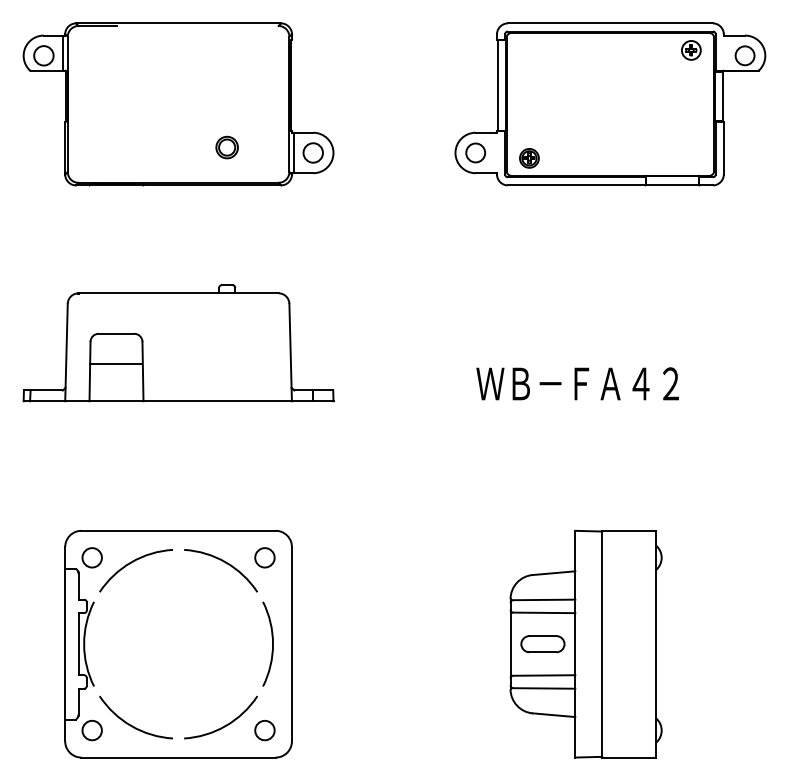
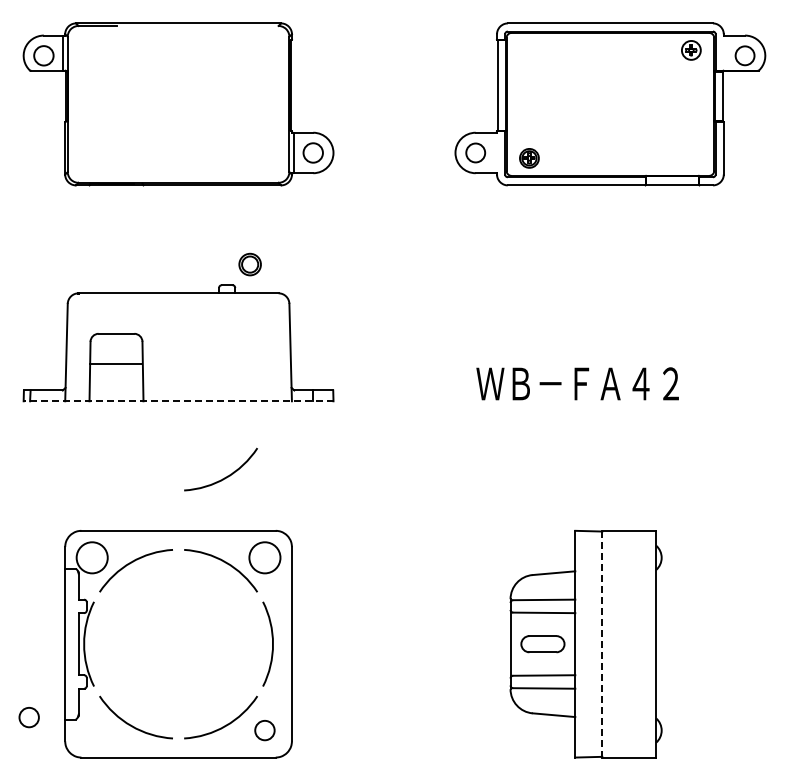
part at (226, 147) position: (226, 147) -> (249, 264)
line at (178, 401): solid -> dashed
arc at (224, 477): none -> present
circle at (91, 557) diameter: 19 px -> 31 px
circle at (264, 557) diameter: 19 px -> 31 px
line at (602, 644): solid -> dashed
circle at (91, 730) position: (91, 730) -> (28, 717)
